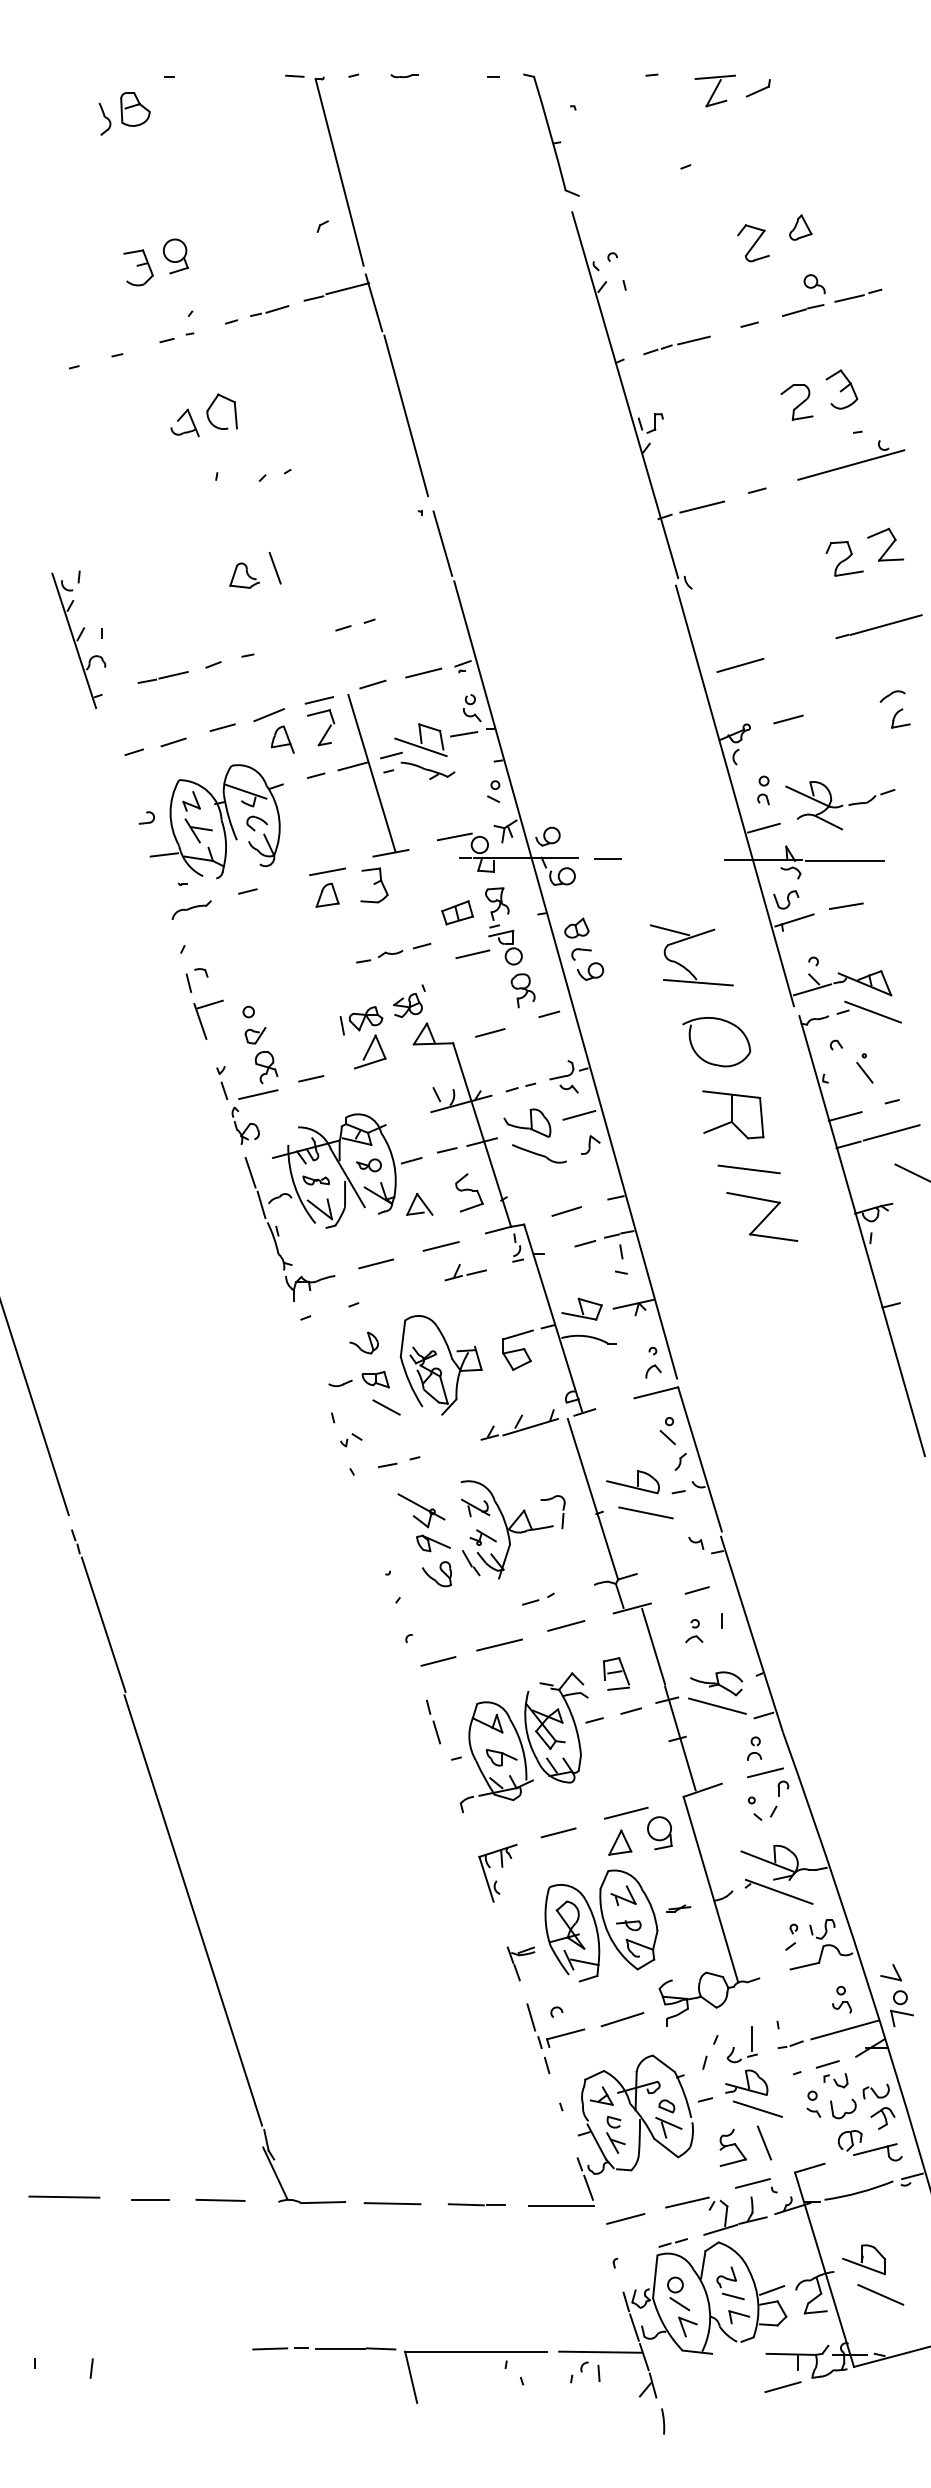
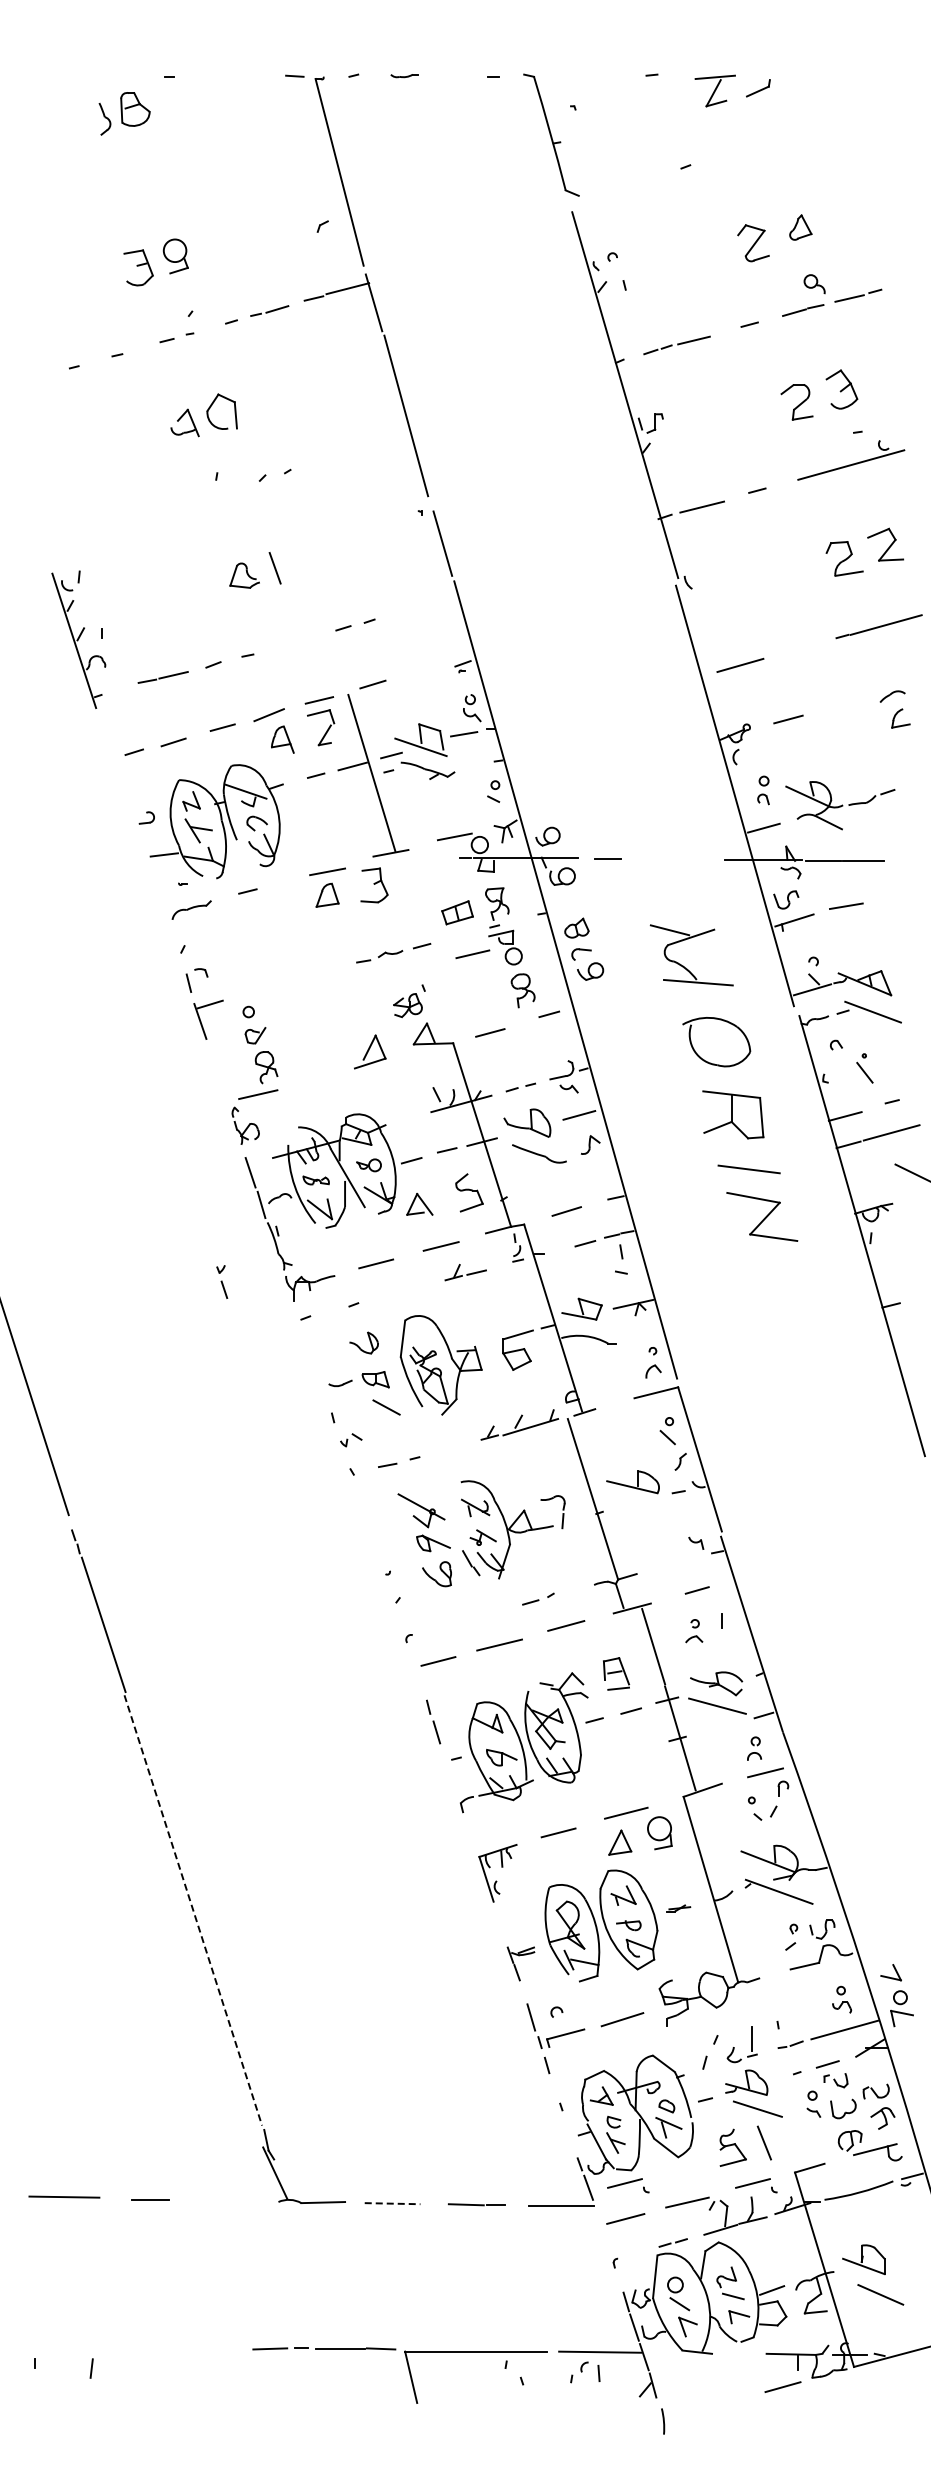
line at (423, 672): present -> none
part at (361, 1020): present -> none
line at (311, 1078): present -> none
part at (222, 1082) position: (222, 1082) -> (222, 1281)
line at (645, 1512): present -> none
line at (193, 1910): solid -> dashed
part at (628, 2185): none -> present
line at (220, 2199): present -> none
line at (392, 2203): solid -> dashed
